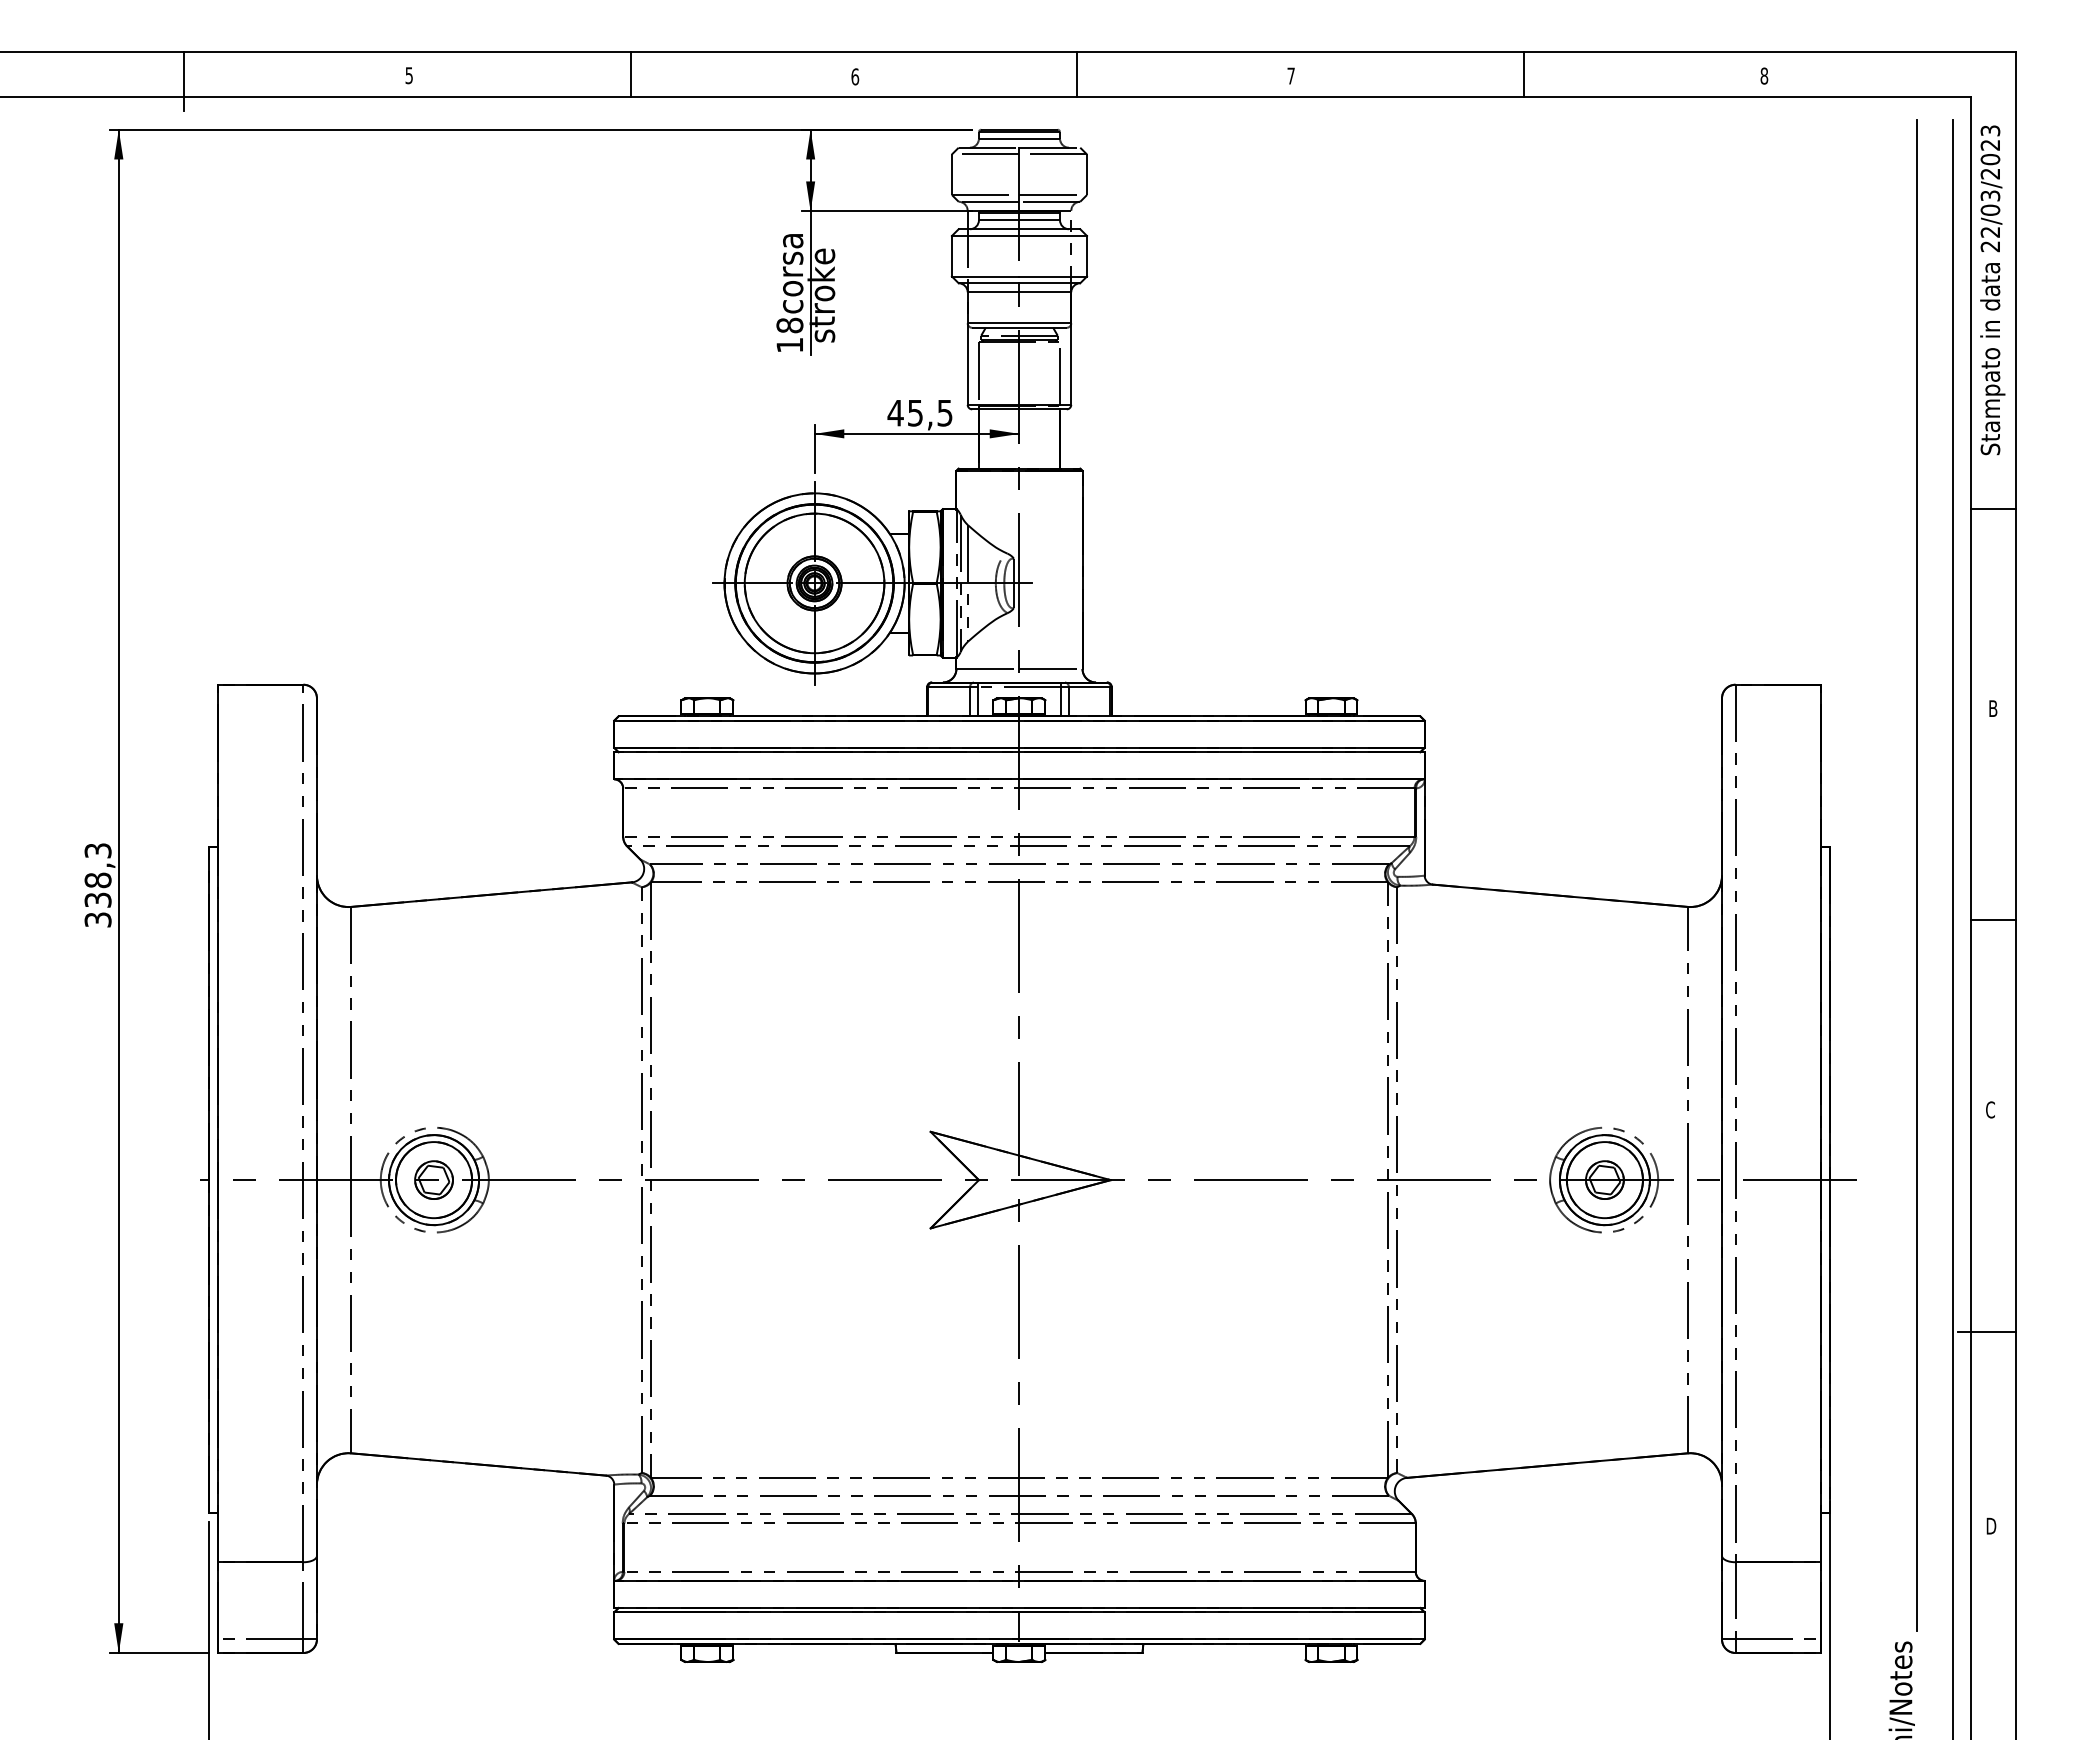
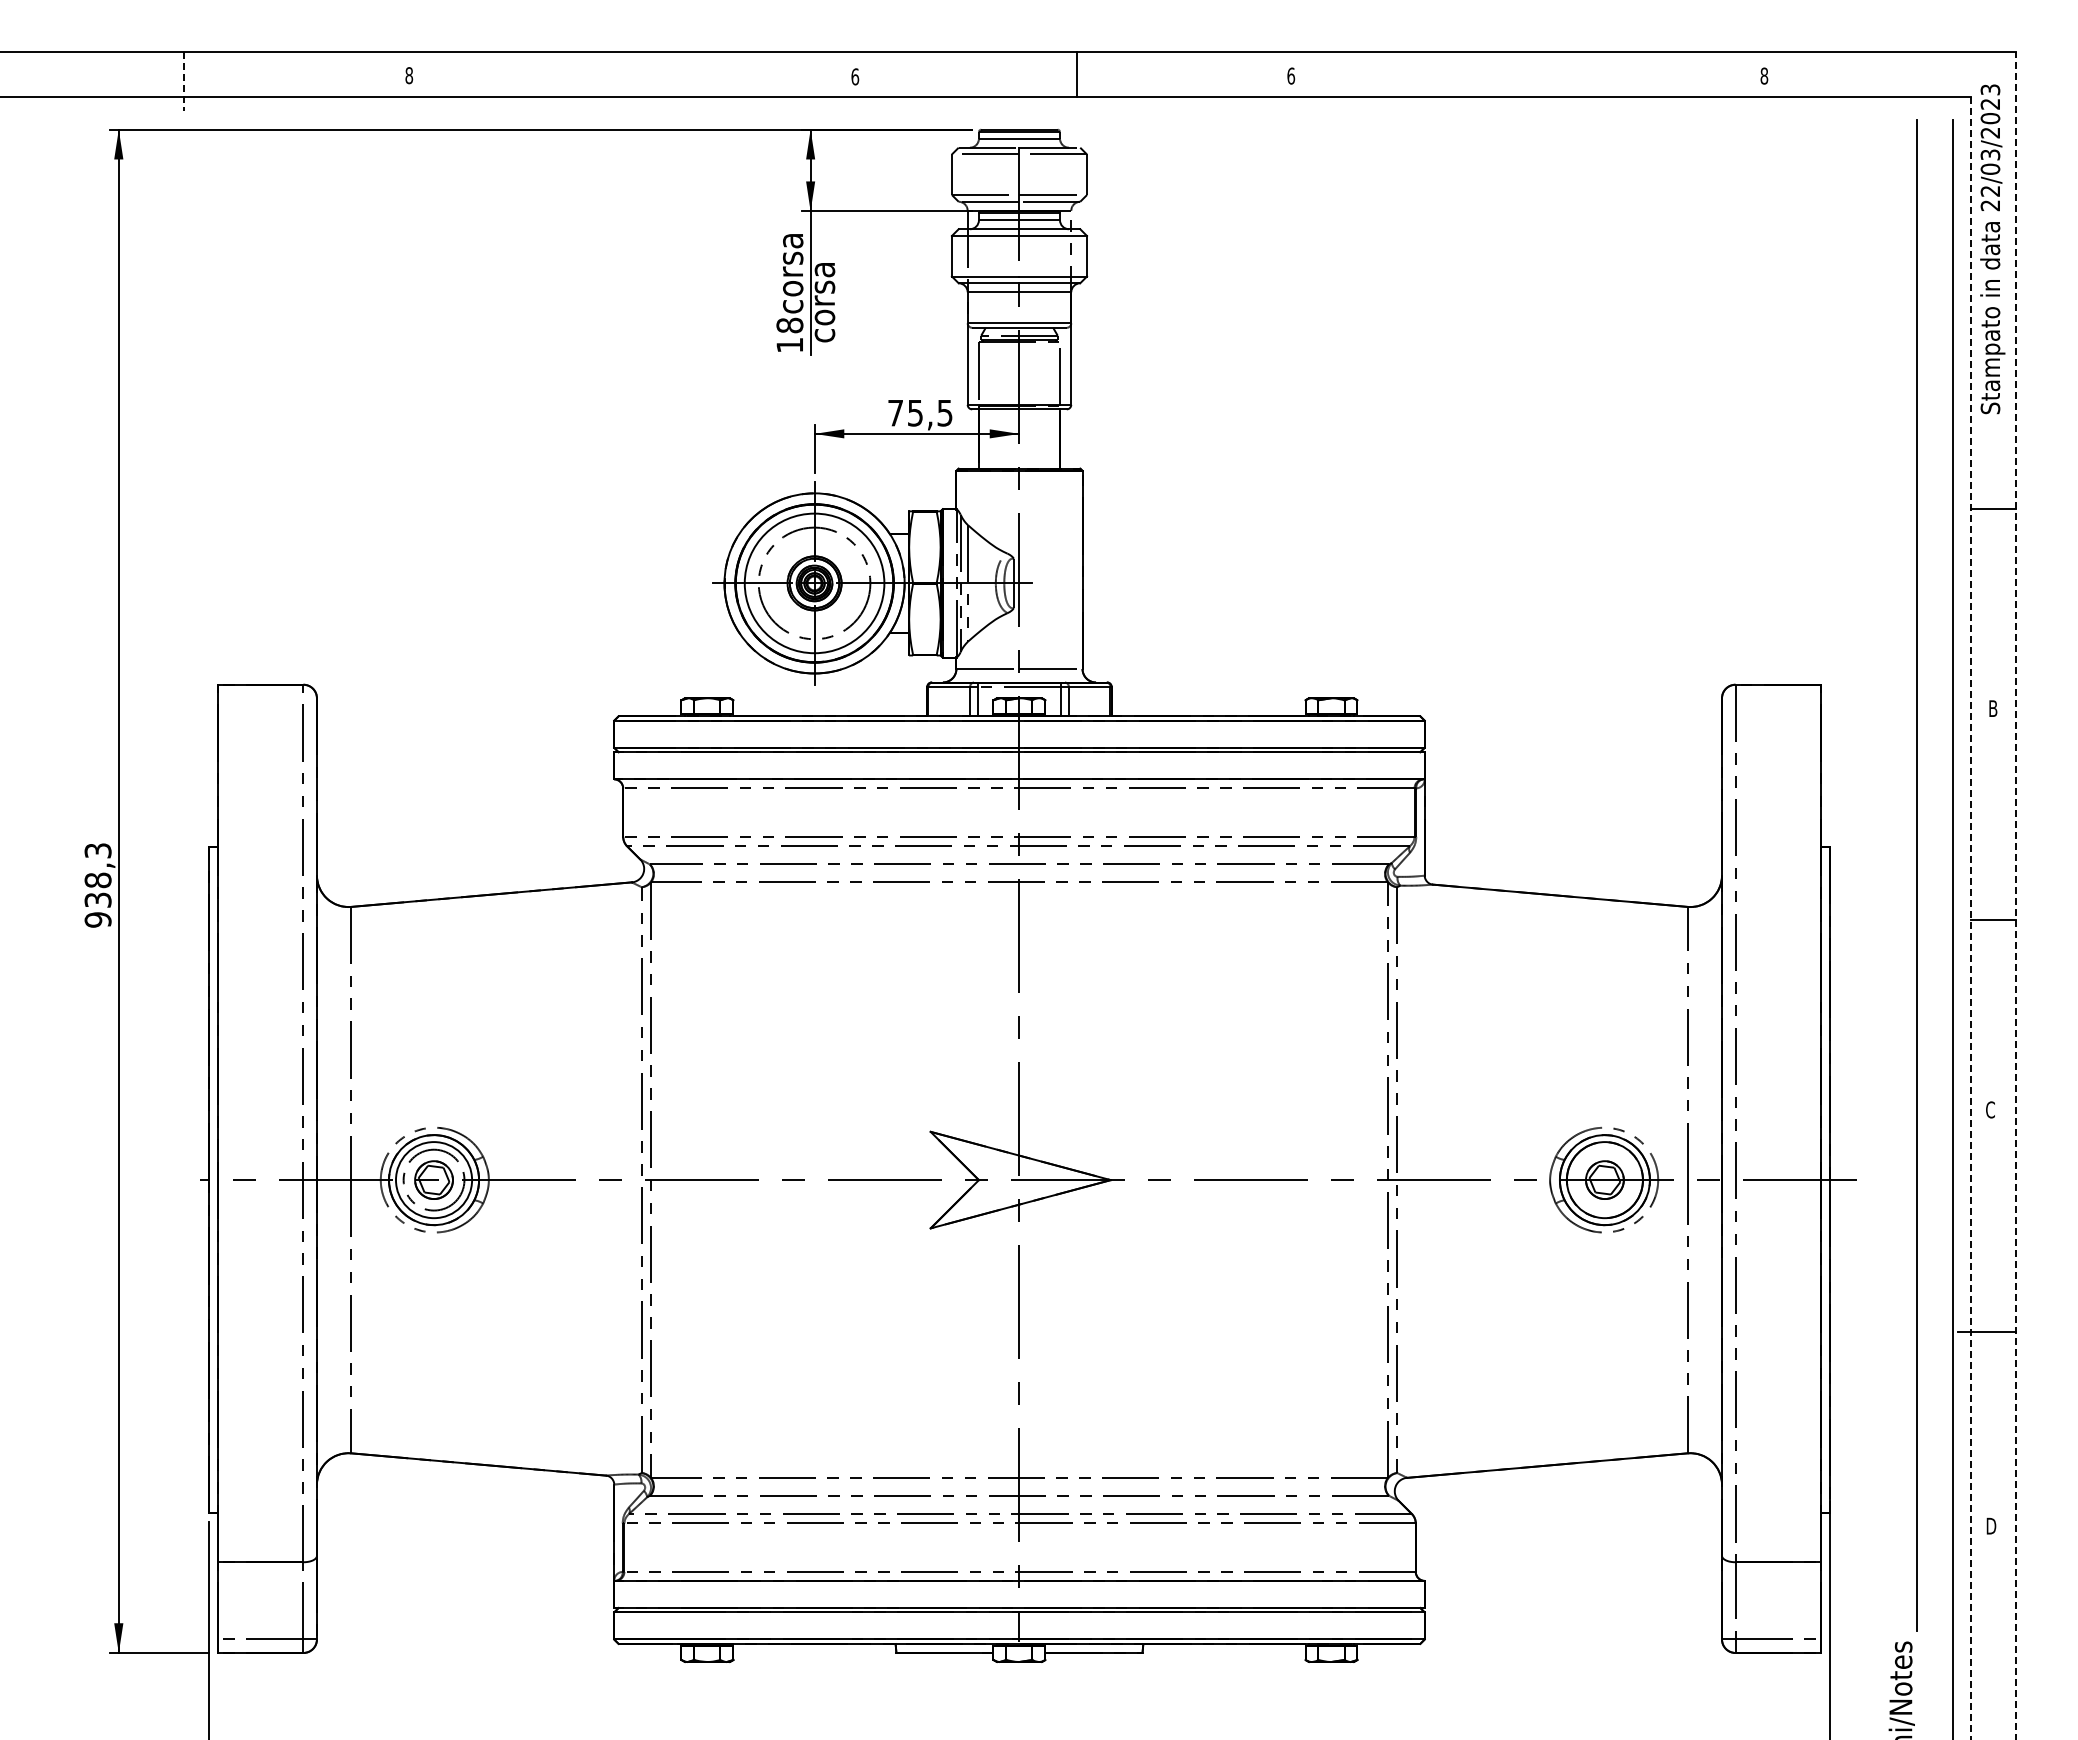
line at (630, 74): present -> none
line at (1524, 74): present -> none
text at (409, 75): 5 -> 8
text at (1291, 75): 7 -> 6
line at (183, 82): solid -> dashed
text at (1992, 290) position: (1992, 290) -> (1992, 249)
text at (821, 295): stroke -> corsa
text at (895, 413): 45,5 -> 75,5
circle at (814, 583) diameter: 140 px -> 112 px
line at (2015, 895): solid -> dashed
line at (1971, 918): solid -> dashed
text at (97, 919): 338,3 -> 938,3
circle at (433, 1180) diameter: 76 px -> 61 px
